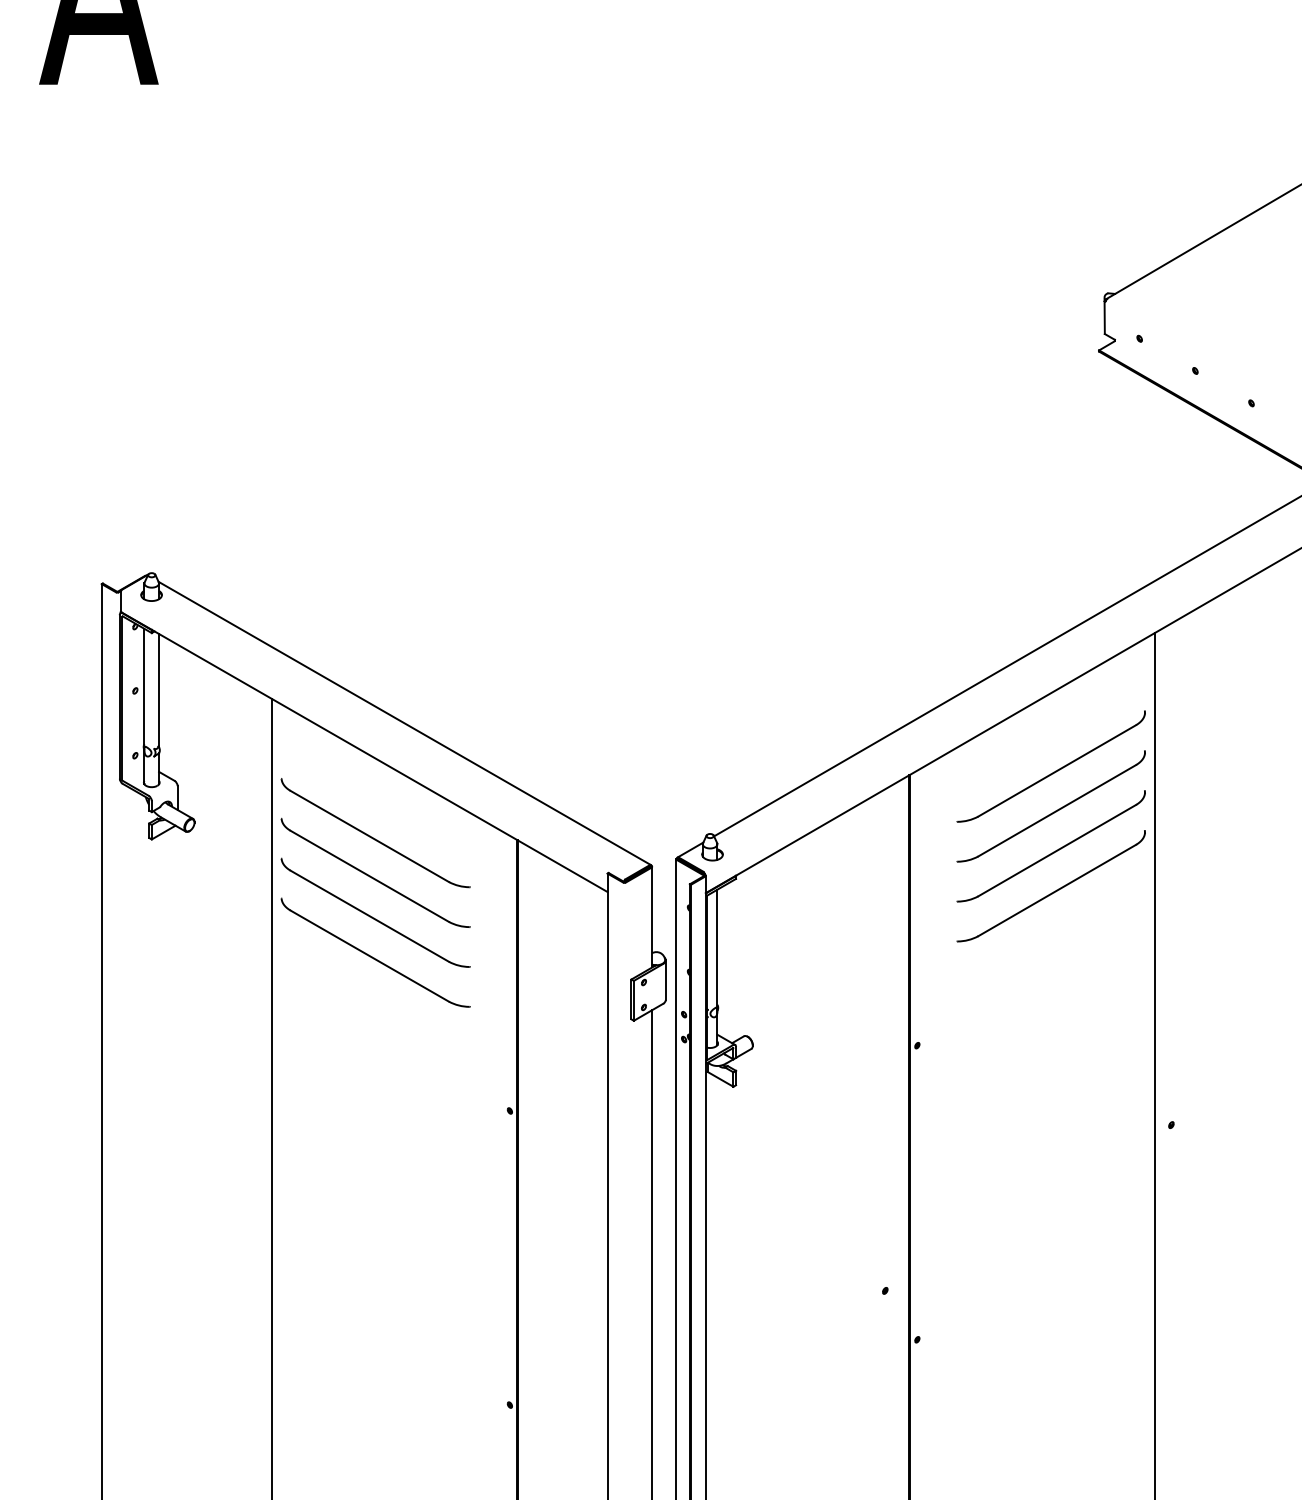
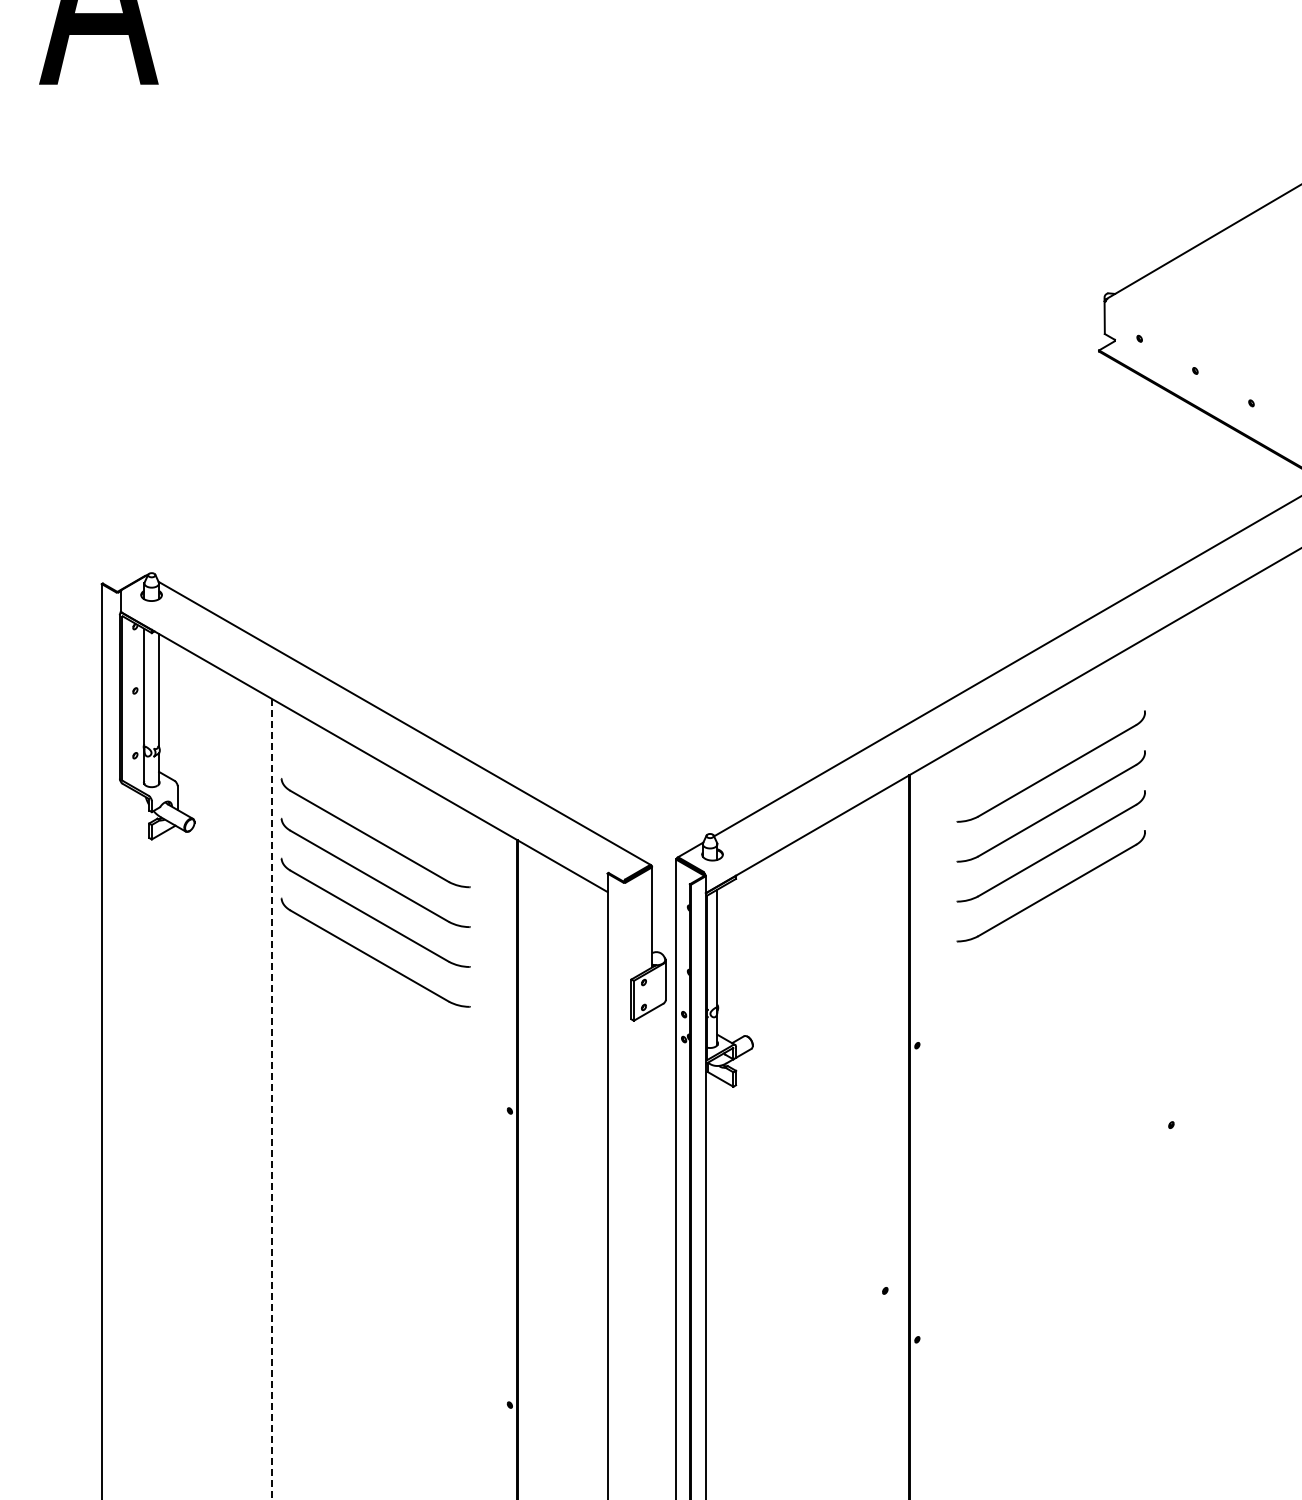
line at (1154, 1064): present -> none
line at (271, 1099): solid -> dashed
line at (652, 1253): present -> none
